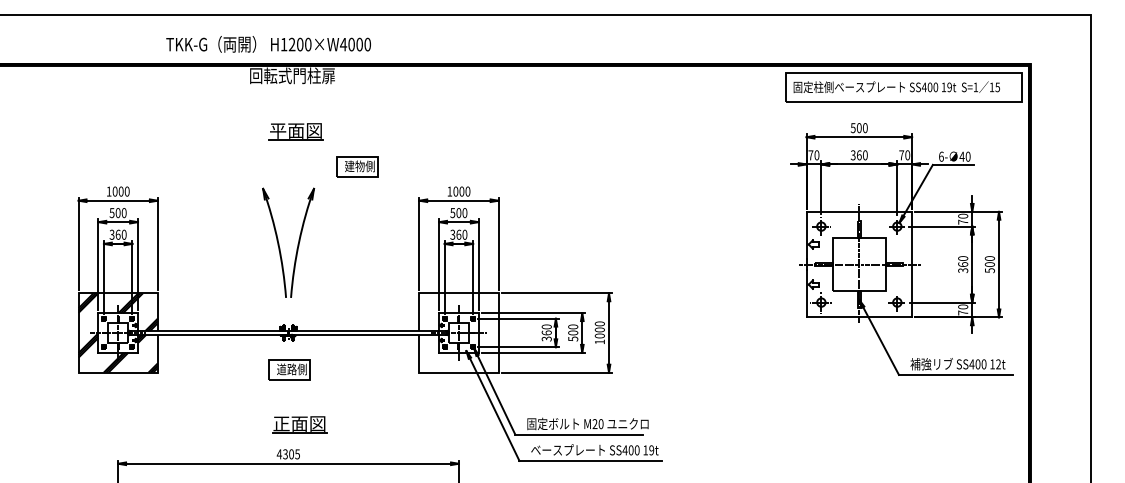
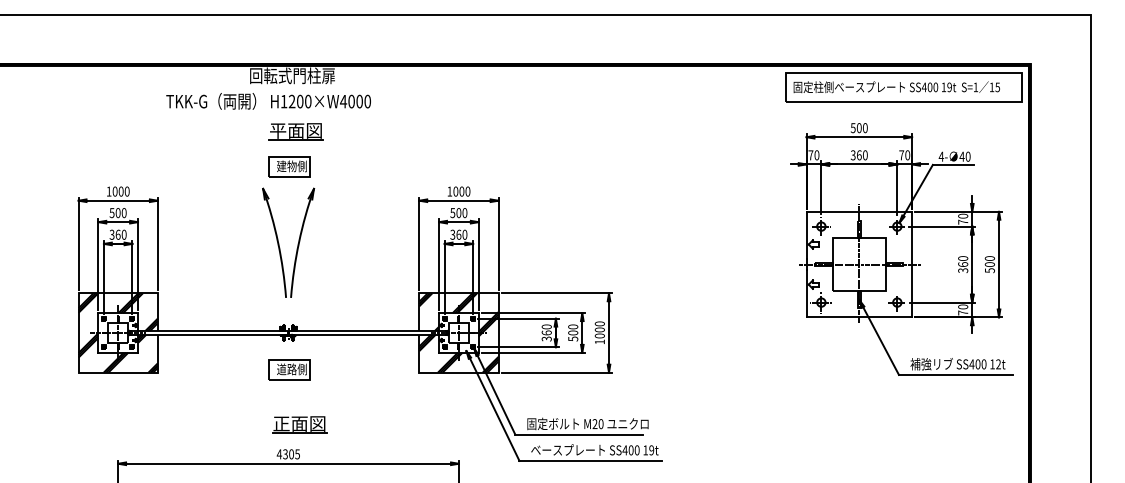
text at (268, 44) position: (268, 44) -> (268, 101)
text at (941, 156): 6- -> 4-
part at (357, 166) position: (357, 166) -> (289, 166)
hatch at (458, 332): none -> present
